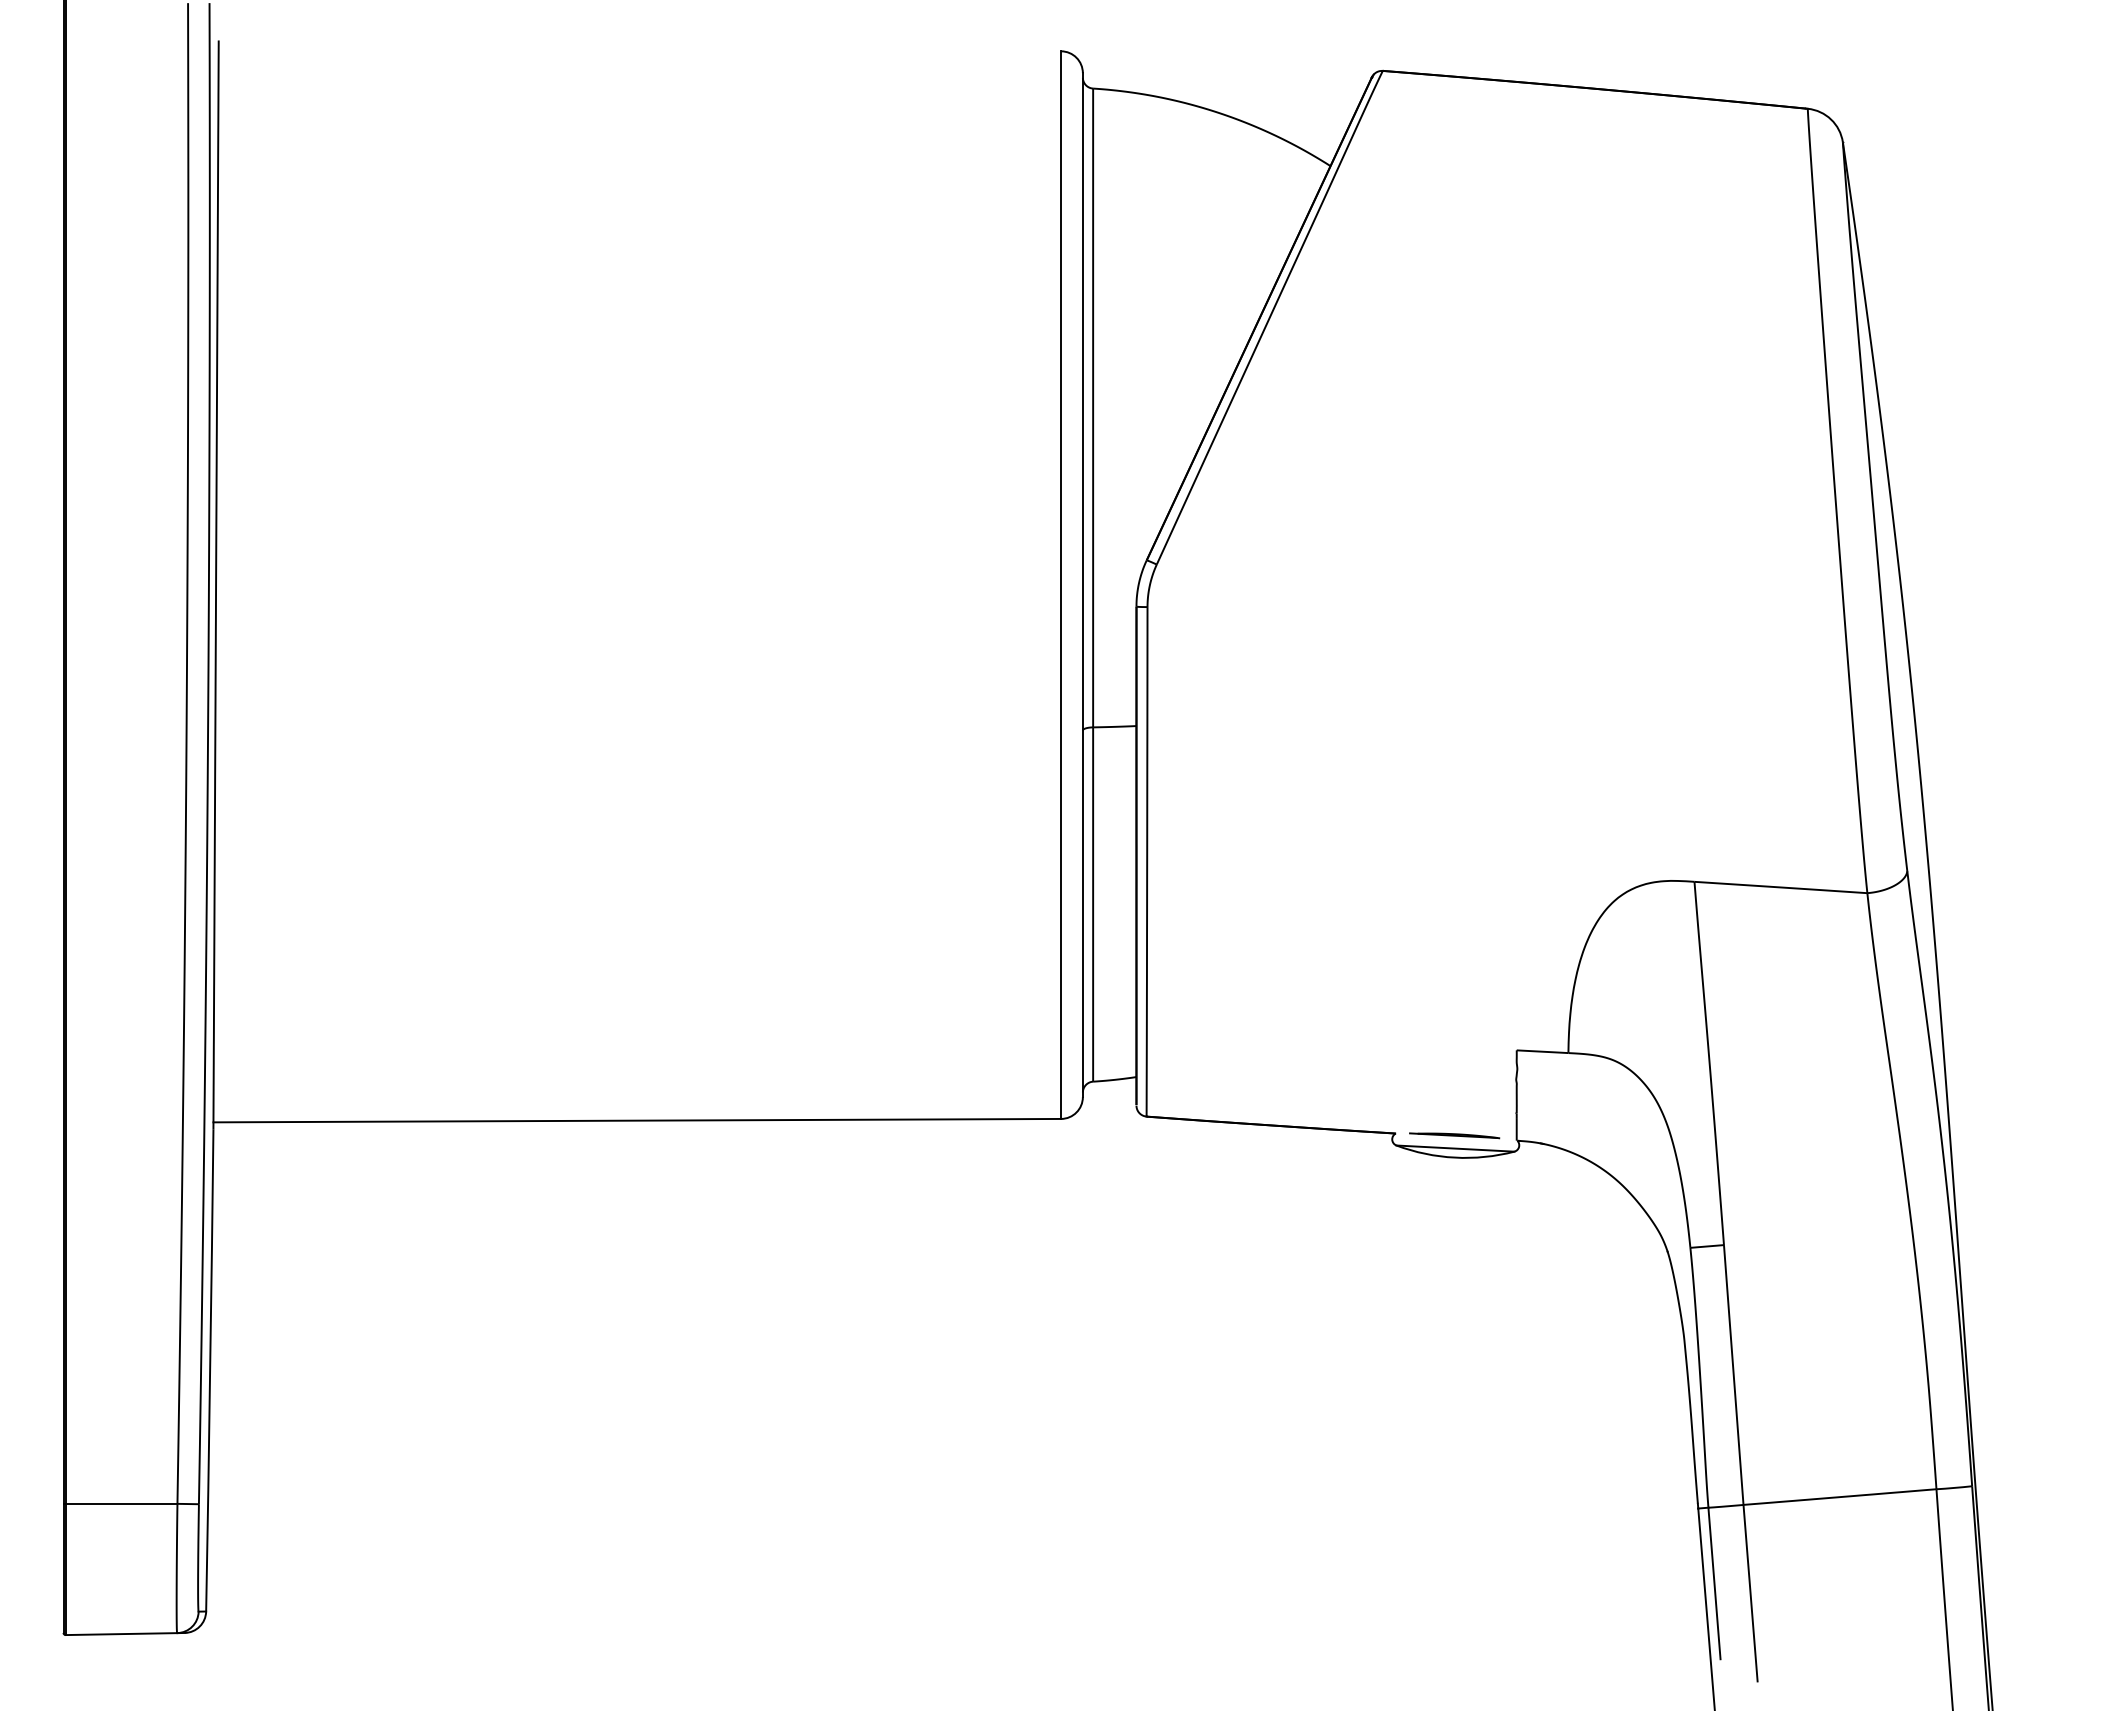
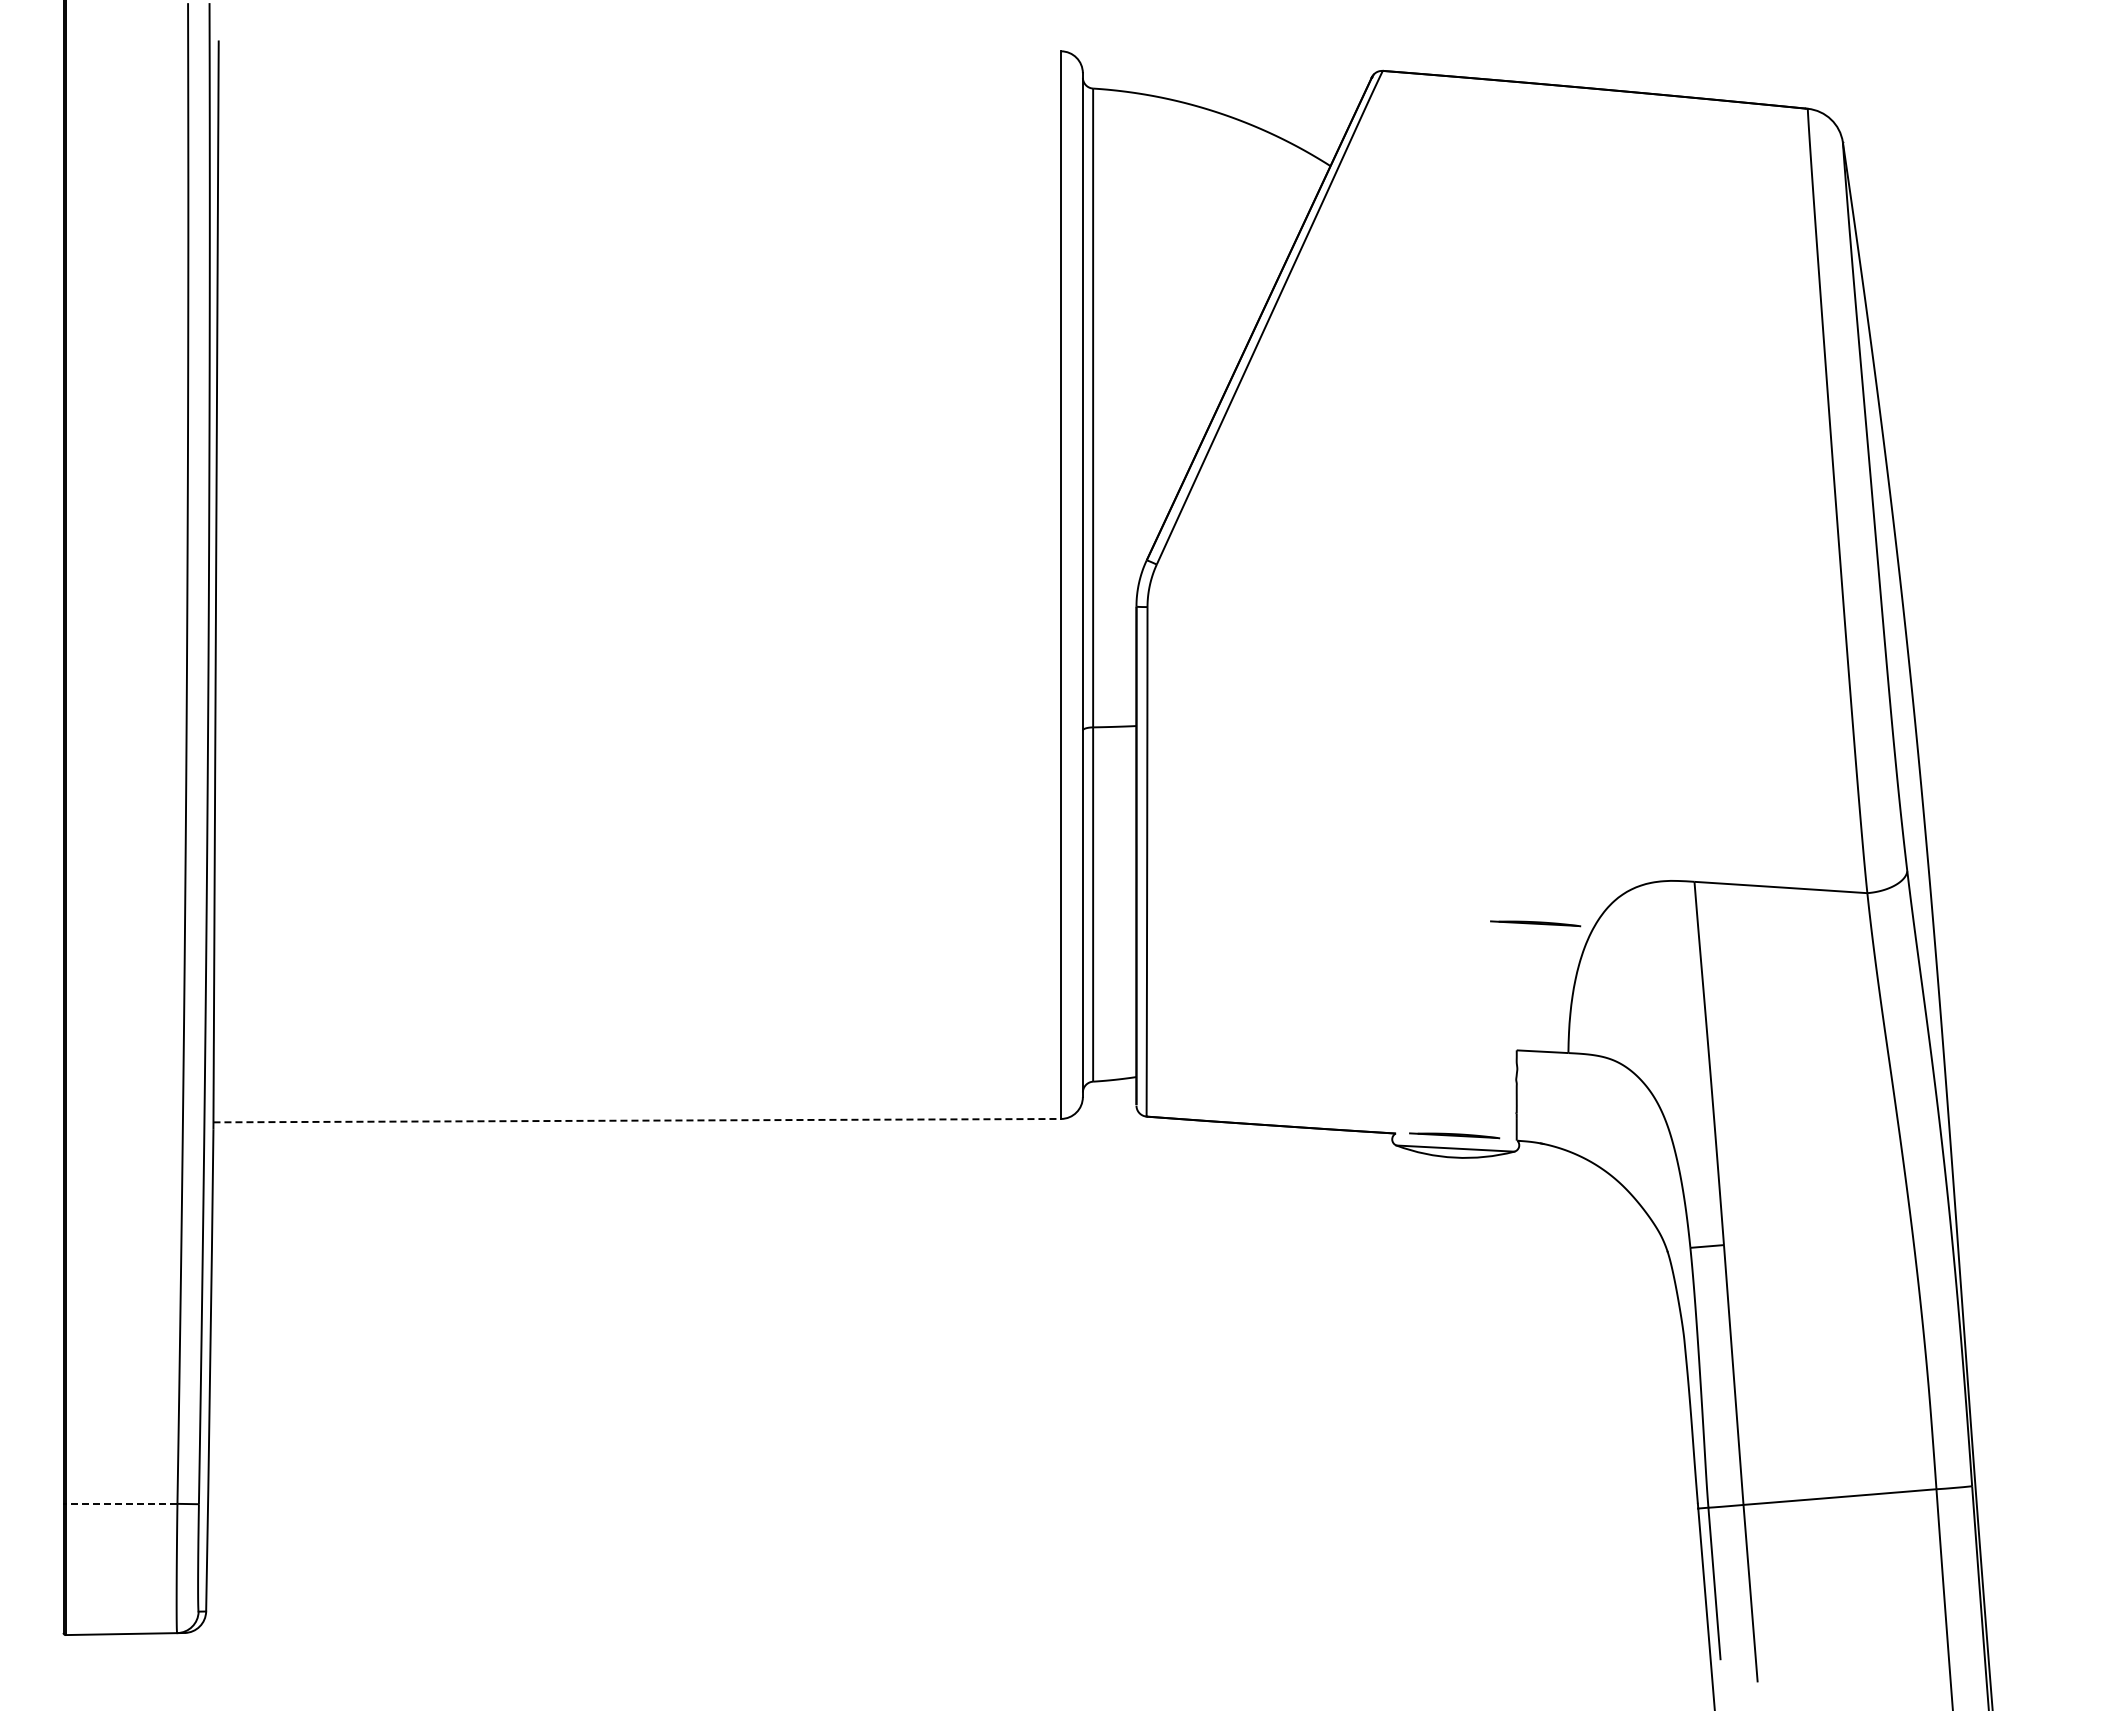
line at (1535, 923): none -> present
line at (637, 1120): solid -> dashed
line at (121, 1503): solid -> dashed
